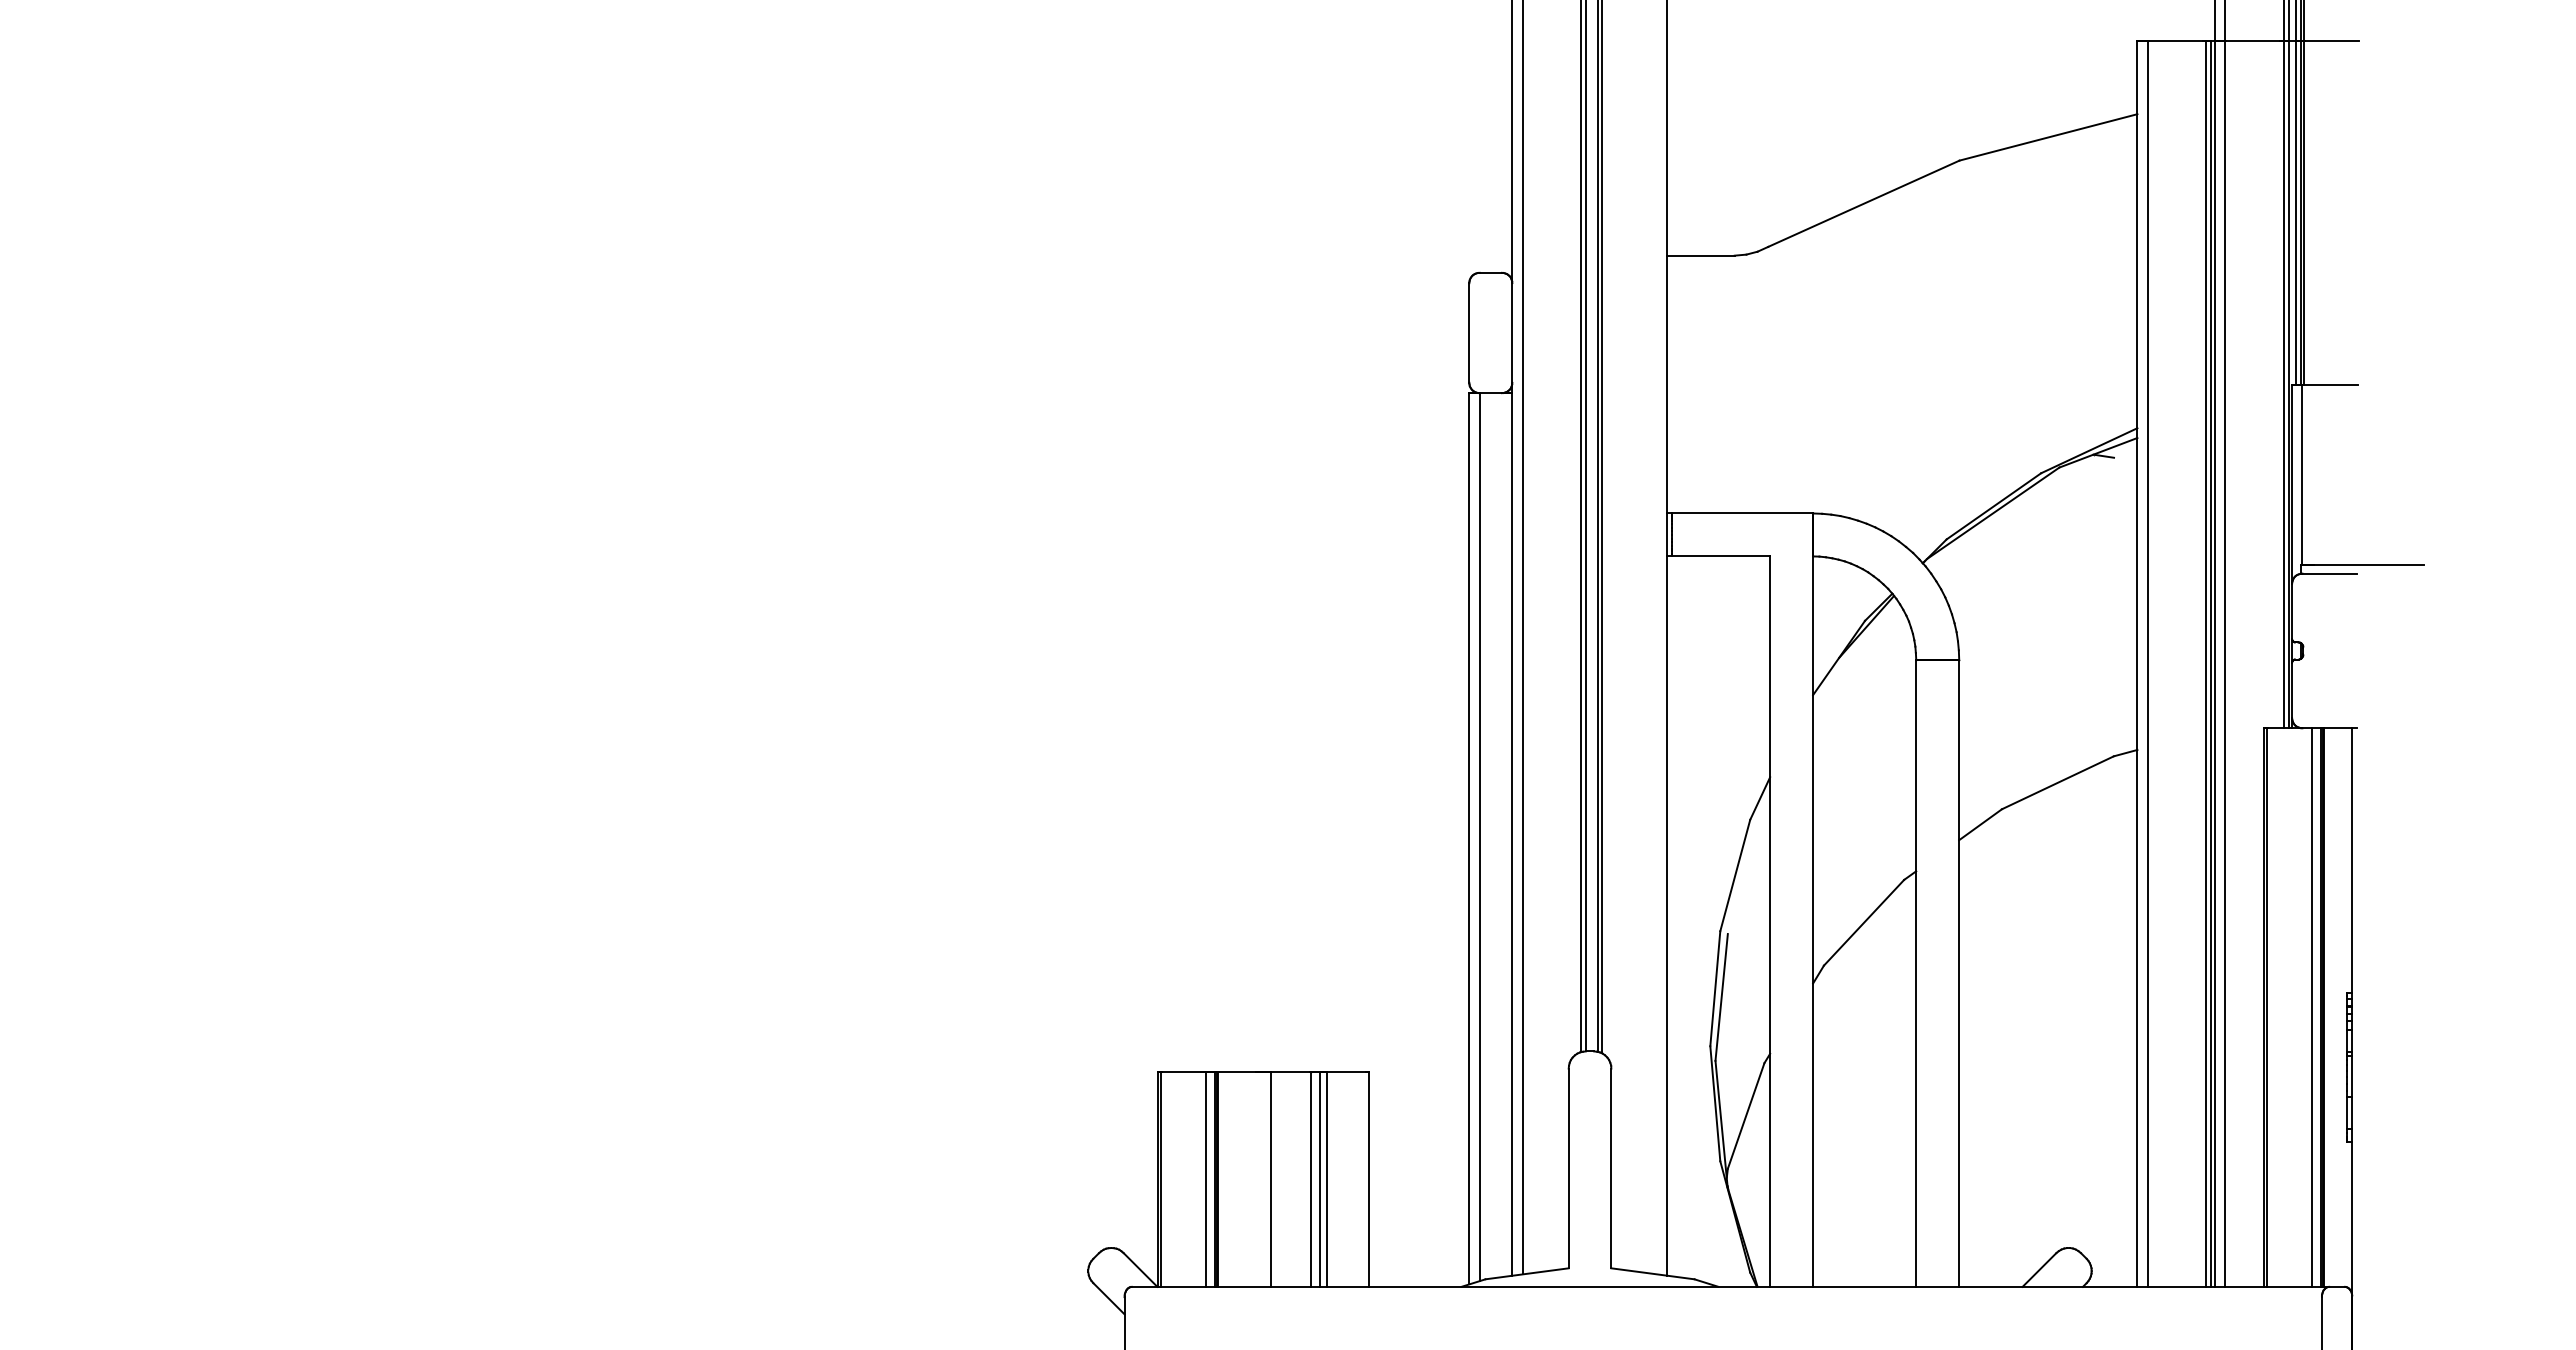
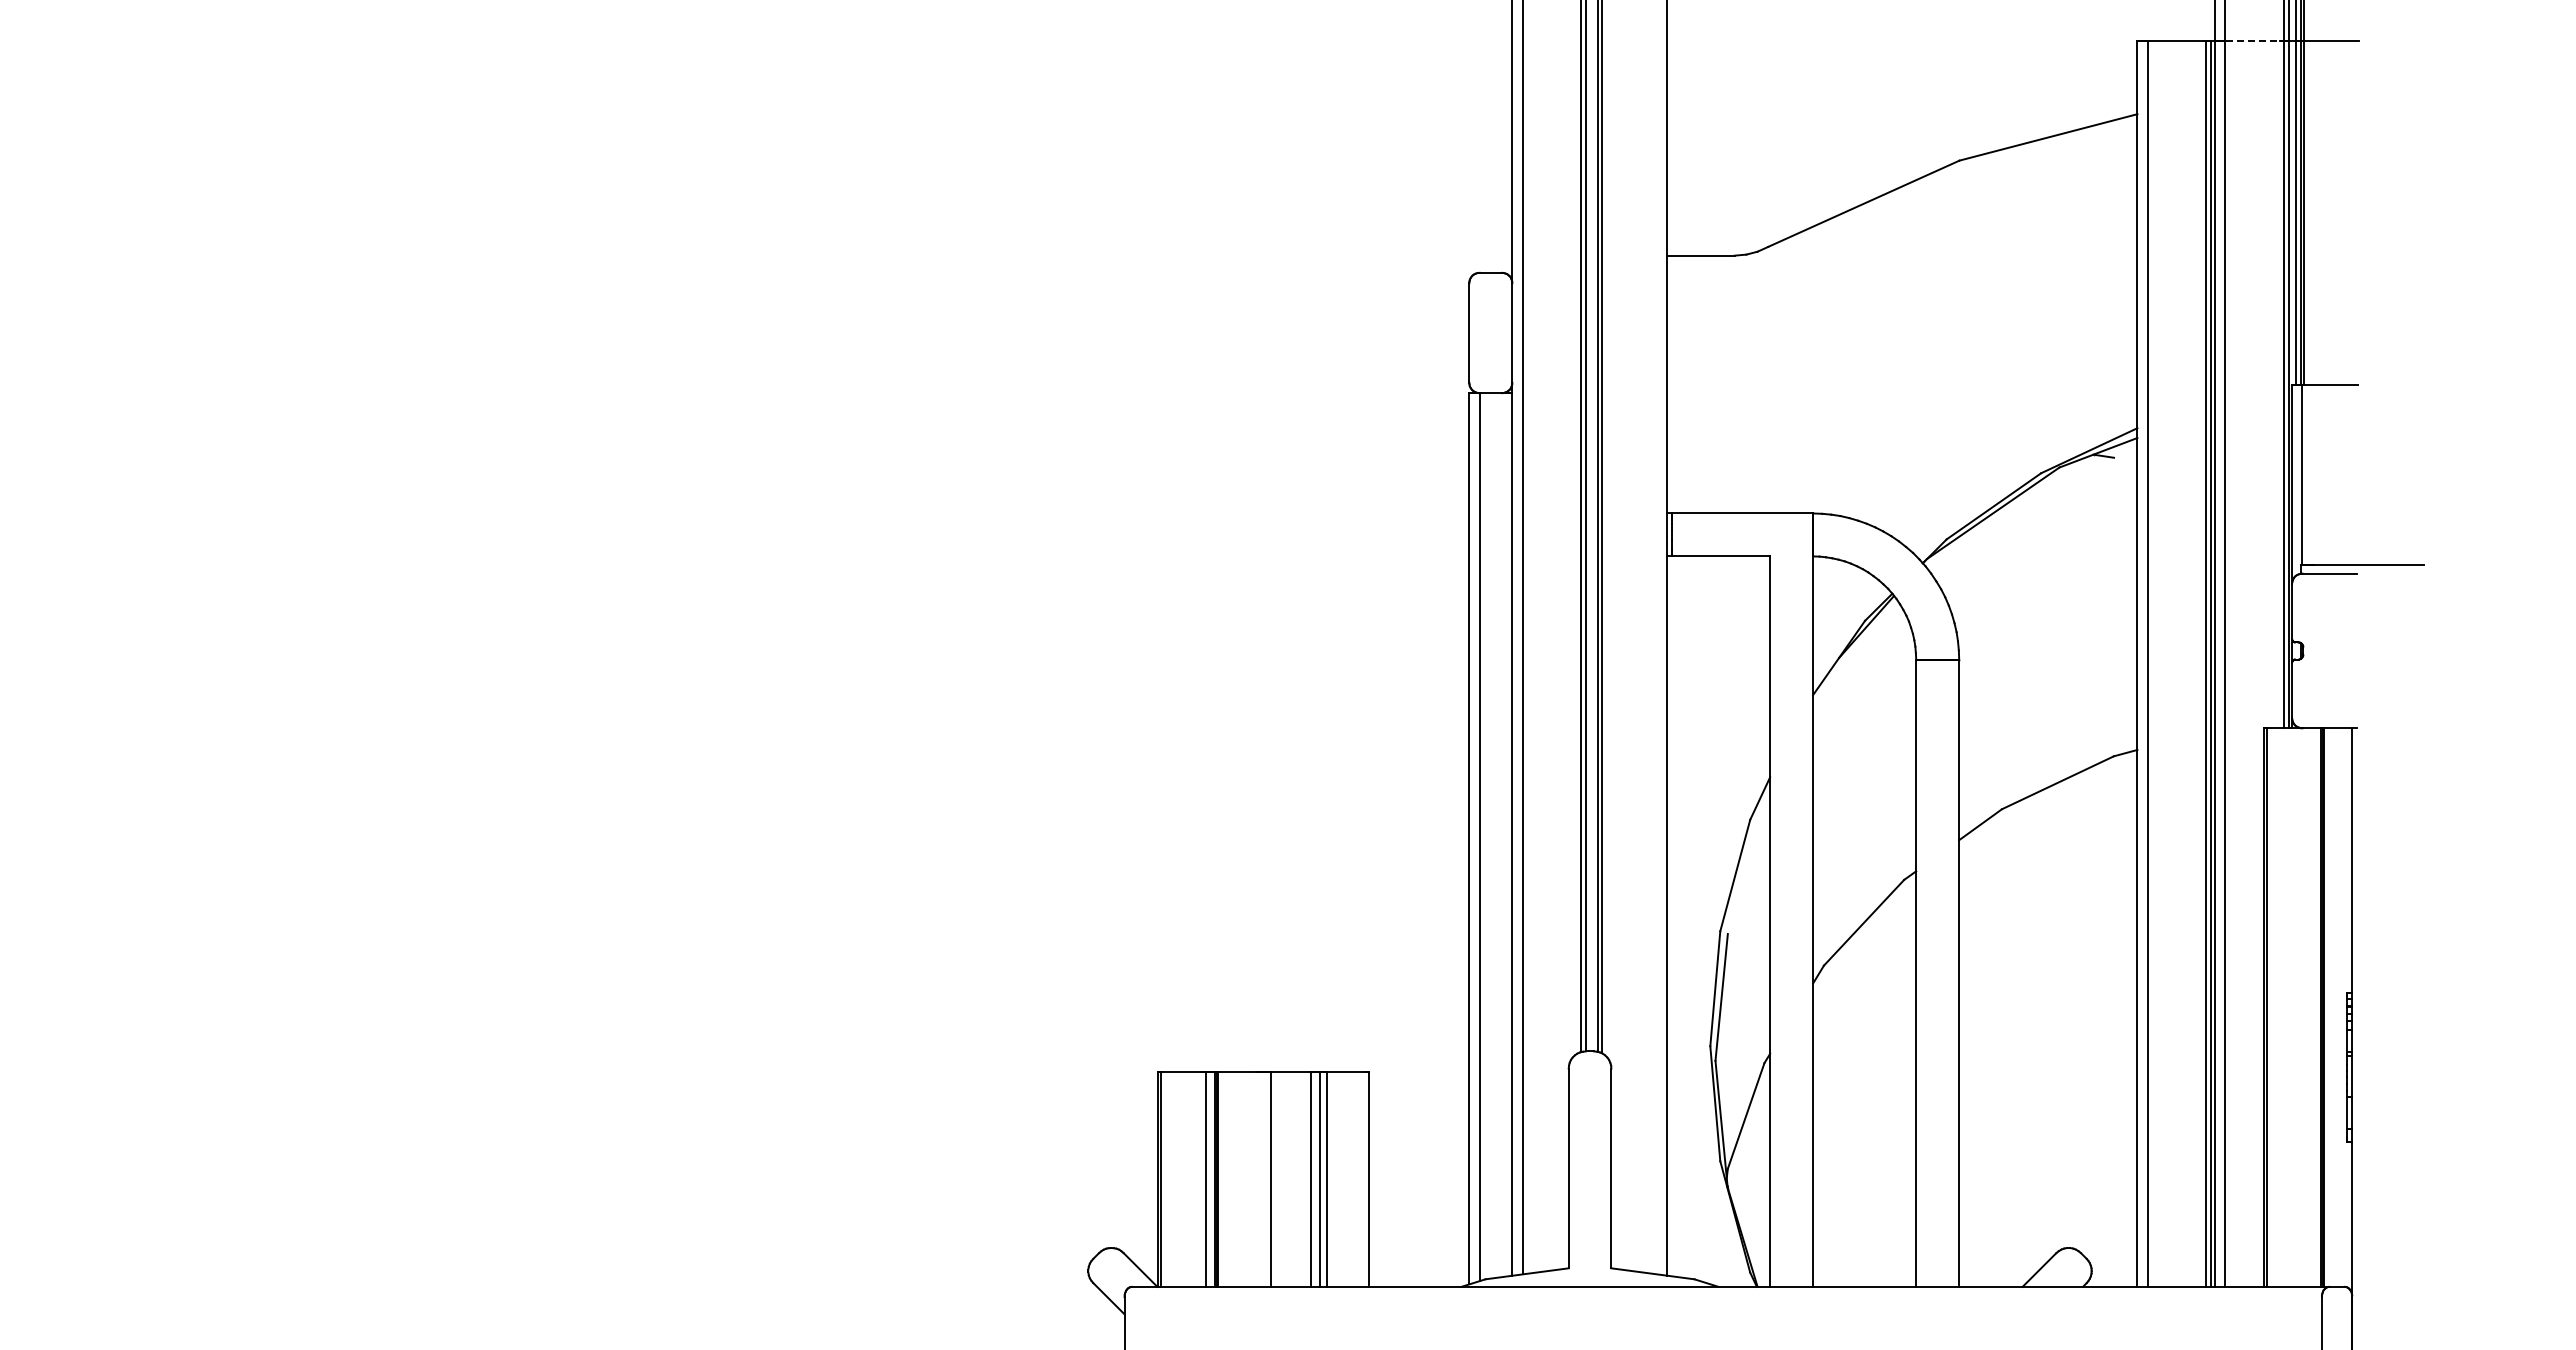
line at (2253, 40): solid -> dashed
line at (2311, 1007): present -> none
